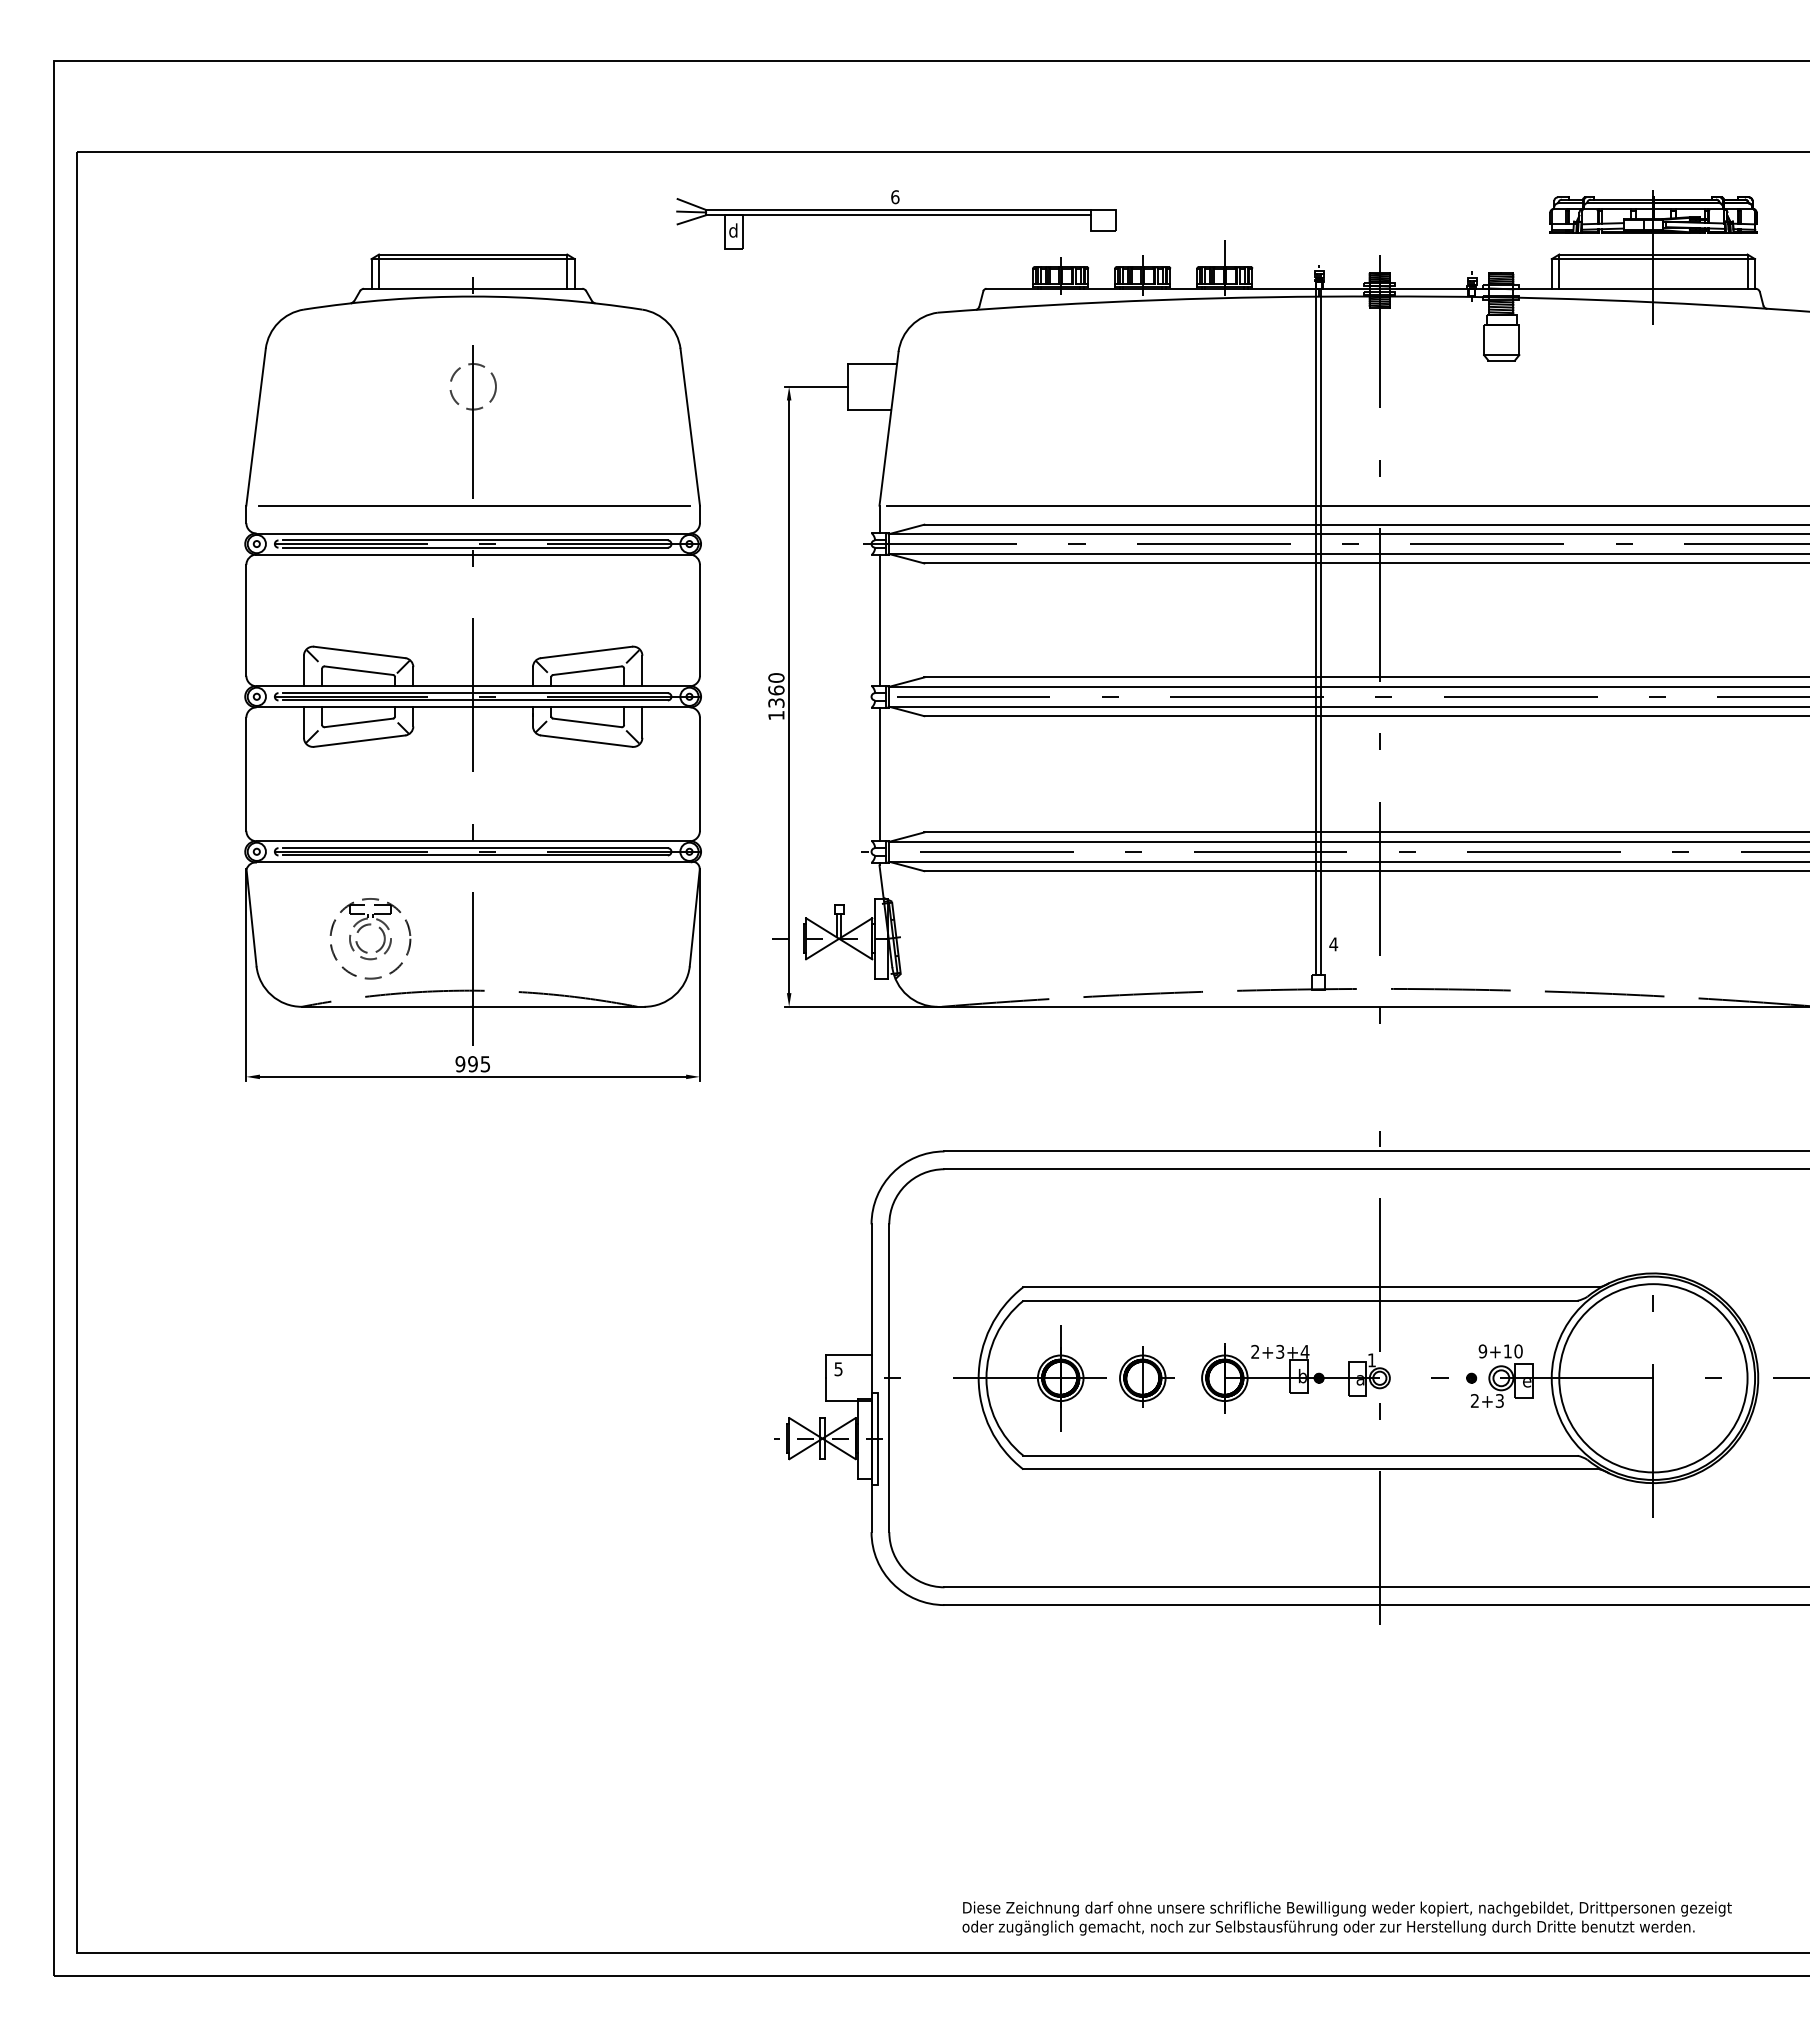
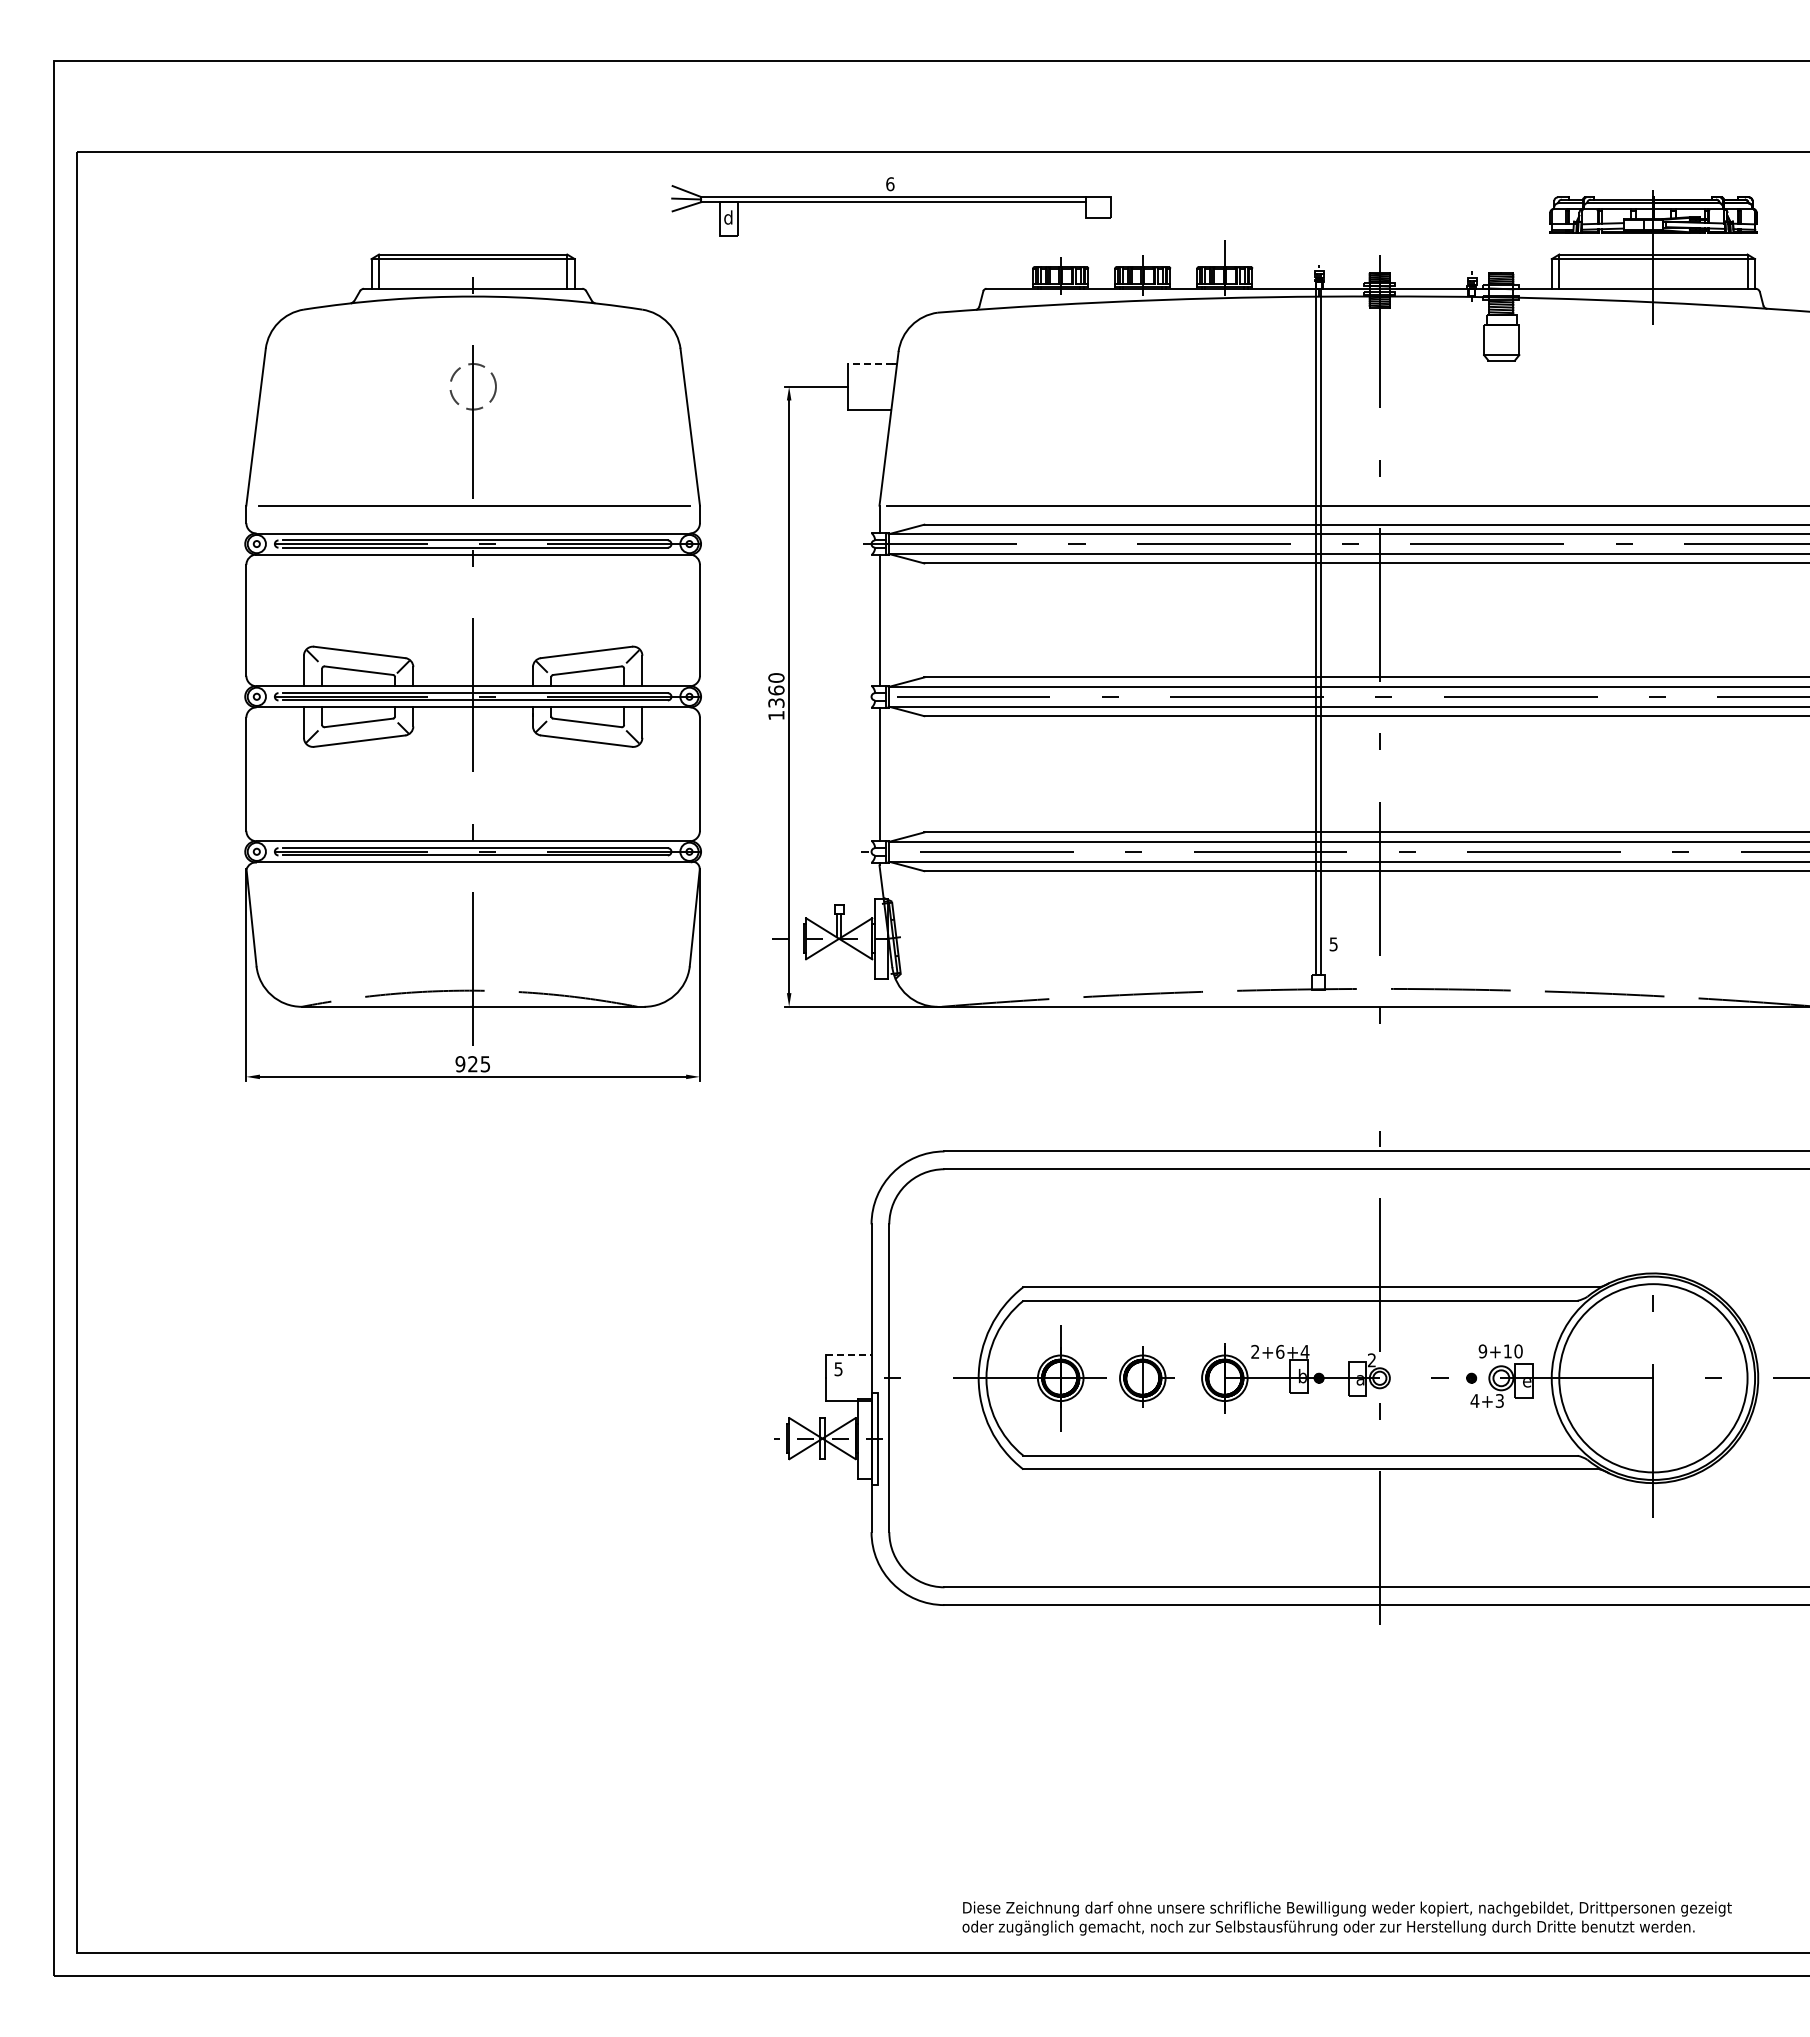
part at (896, 219) position: (896, 219) -> (891, 206)
line at (870, 363): solid -> dashed
part at (362, 928): present -> none
text at (1333, 944): 4 -> 5
text at (472, 1064): 995 -> 925
text at (1280, 1351): 2+3+4 -> 2+6+4
line at (848, 1355): solid -> dashed
text at (1371, 1360): 1 -> 2
text at (1474, 1400): 2+3 -> 4+3
